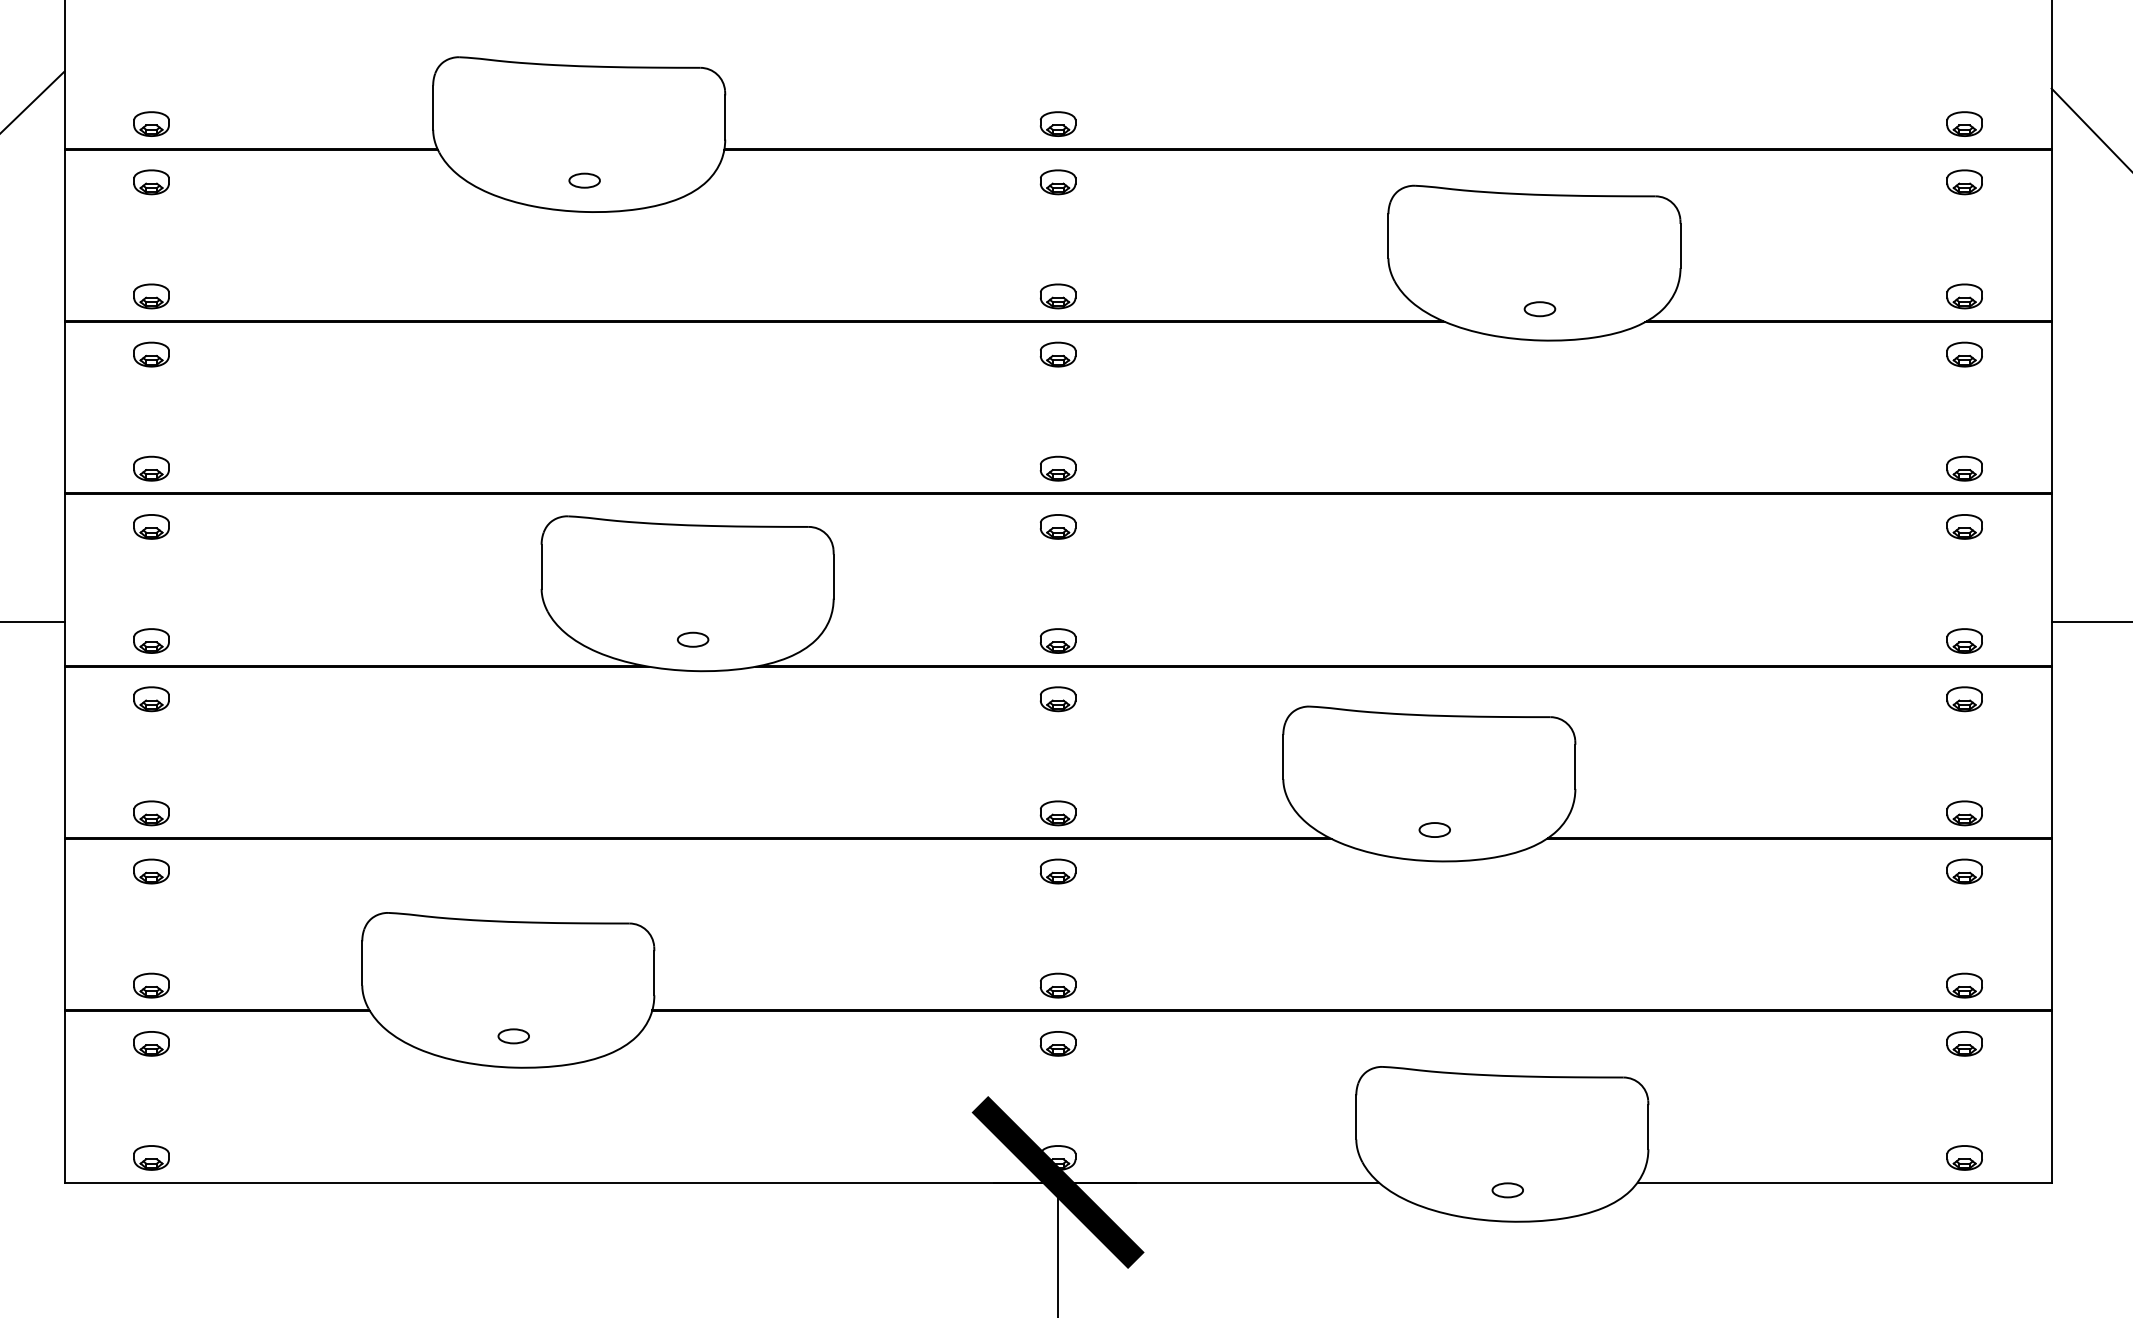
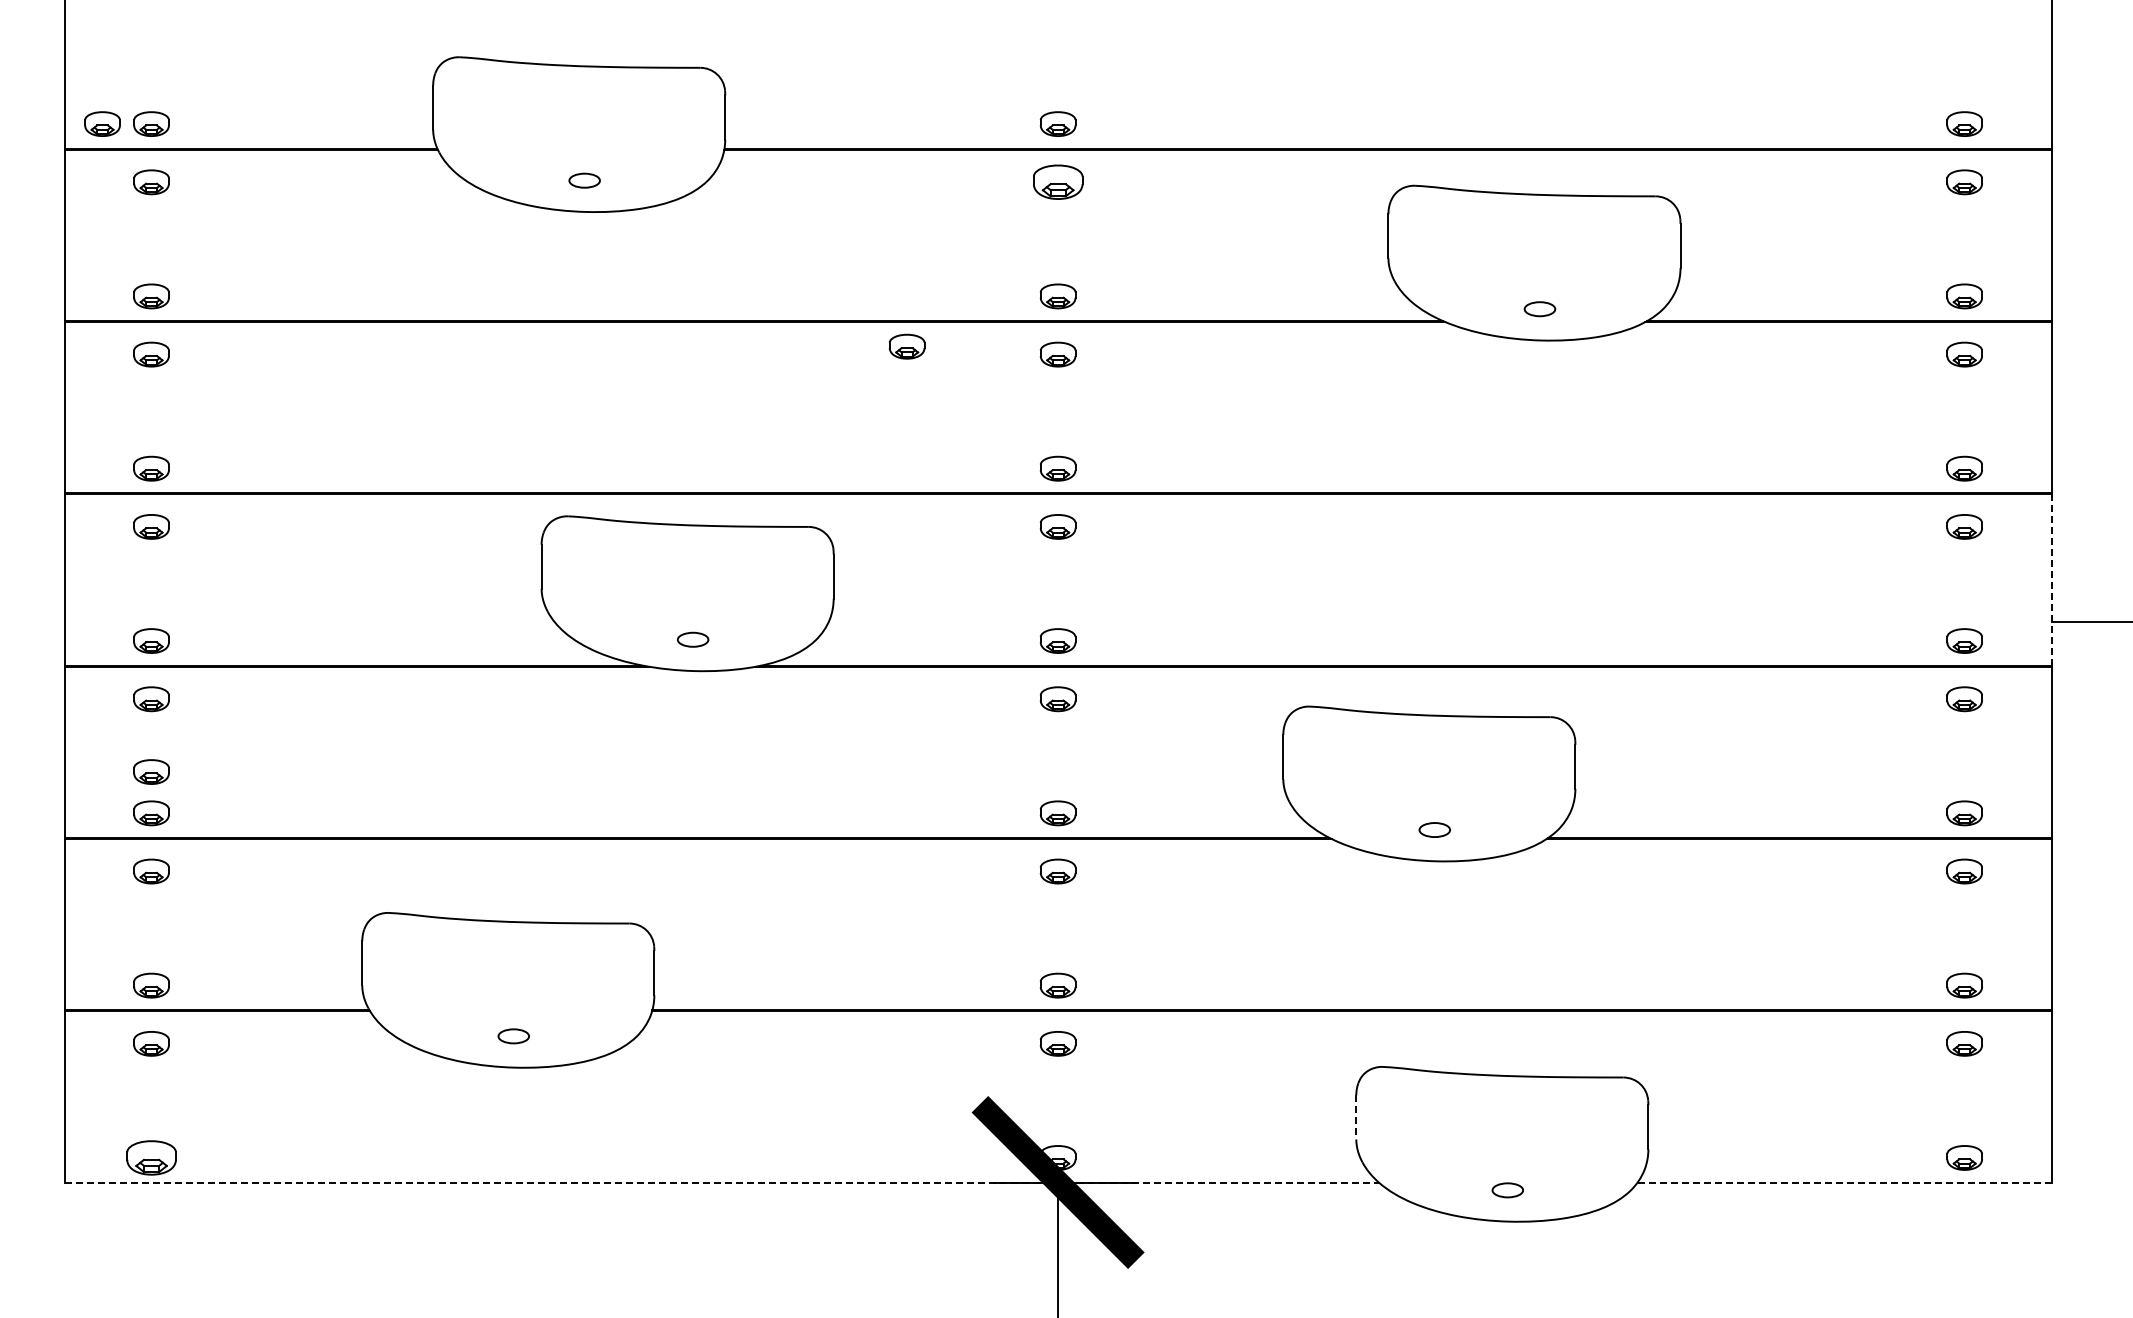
line at (33, 101): present -> none
part at (102, 123): none -> present
line at (2090, 128): present -> none
part at (1057, 182) size: 38x27 px -> 51x36 px
part at (906, 346): none -> present
line at (2051, 579): solid -> dashed
line at (33, 622): present -> none
part at (151, 771): none -> present
line at (1356, 1117): solid -> dashed
part at (151, 1157) size: 37x26 px -> 51x36 px
line at (722, 1182): solid -> dashed
line at (1844, 1182): solid -> dashed
